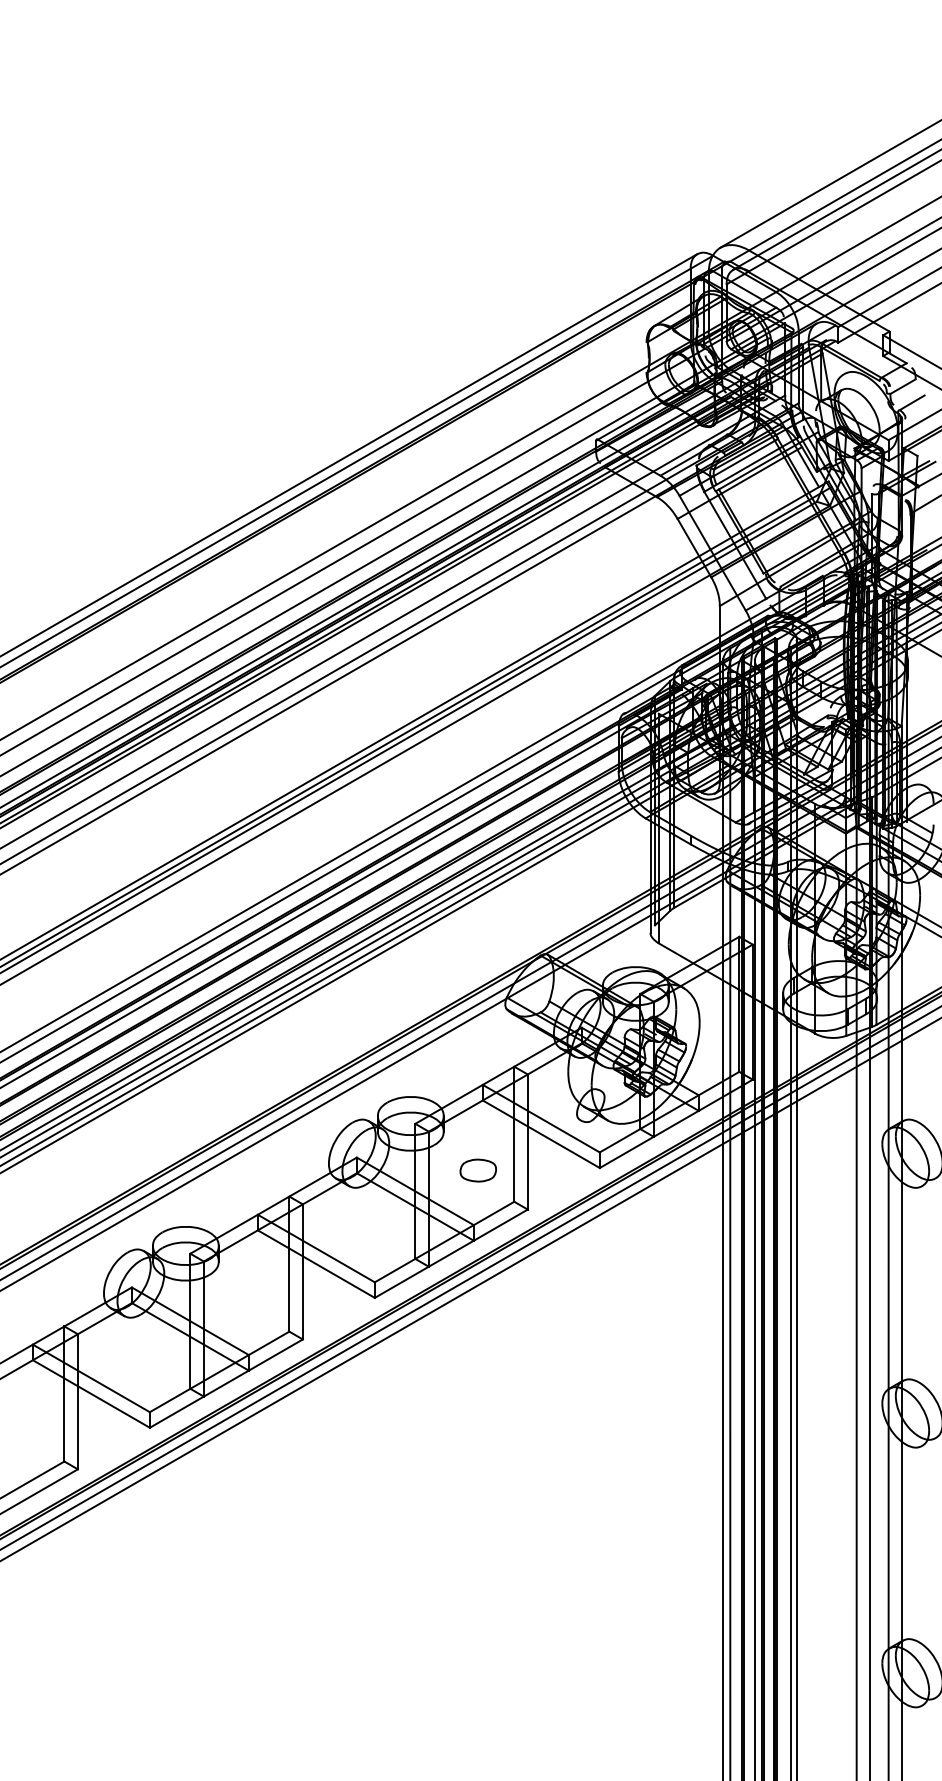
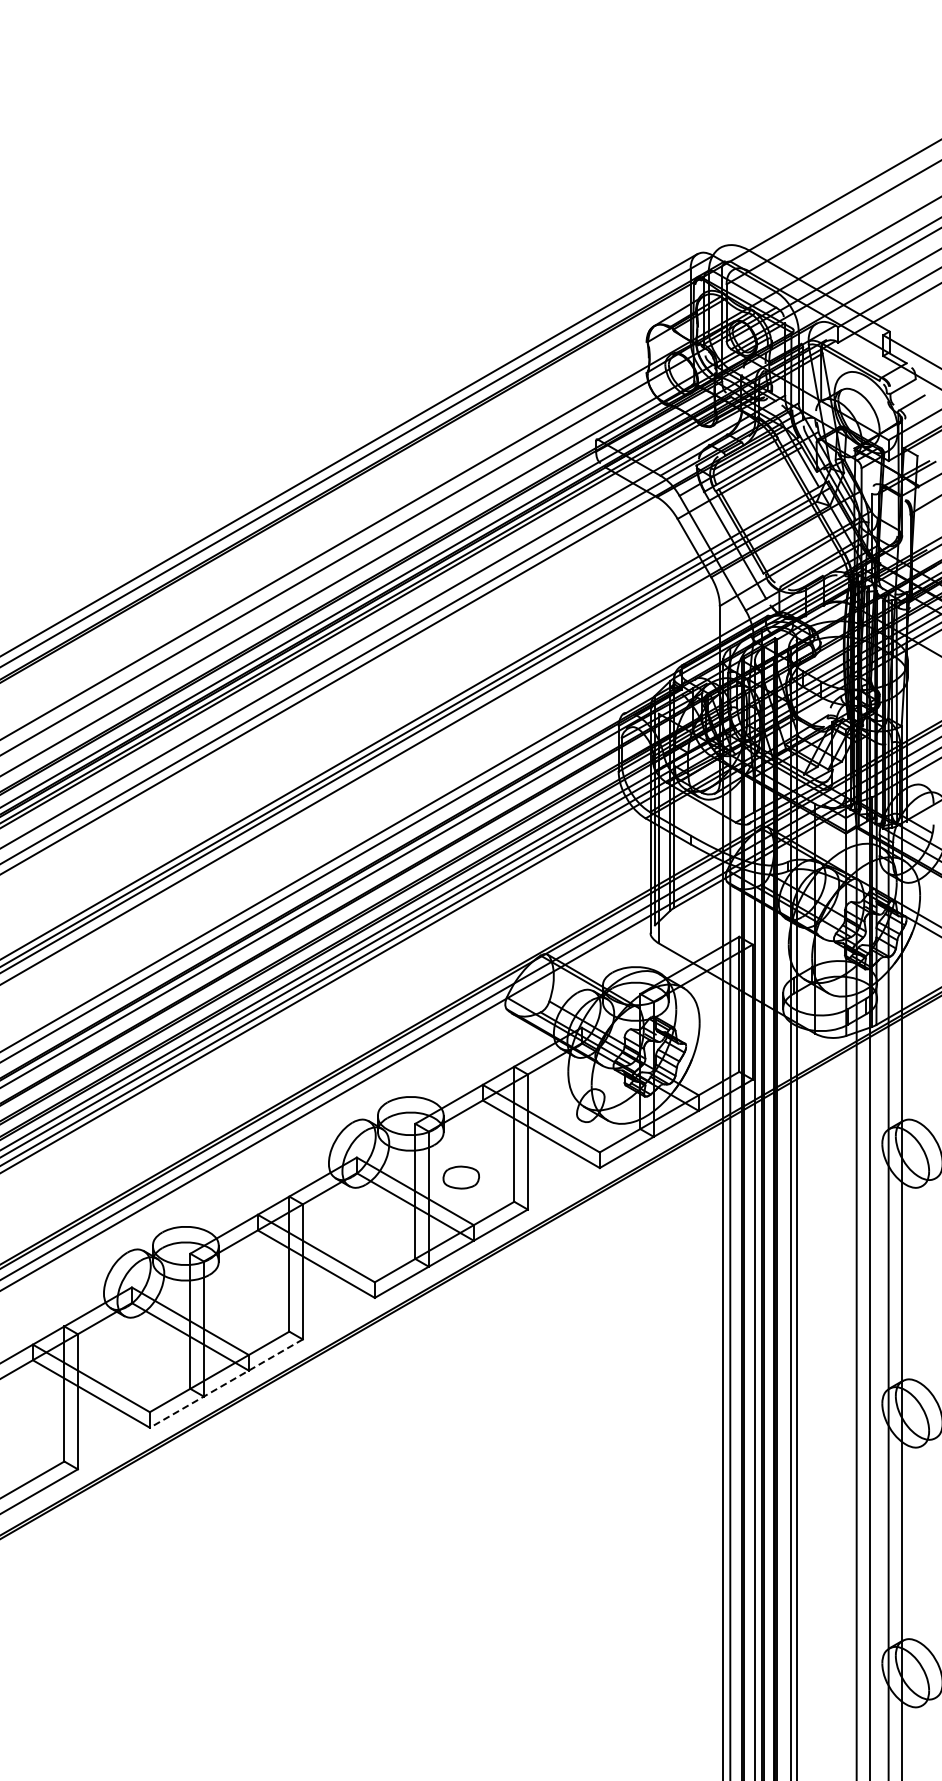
line at (829, 184): present -> none
line at (835, 210): present -> none
part at (477, 1170) position: (477, 1170) -> (460, 1177)
line at (470, 1277): present -> none
line at (470, 1289): present -> none
line at (225, 1383): solid -> dashed
